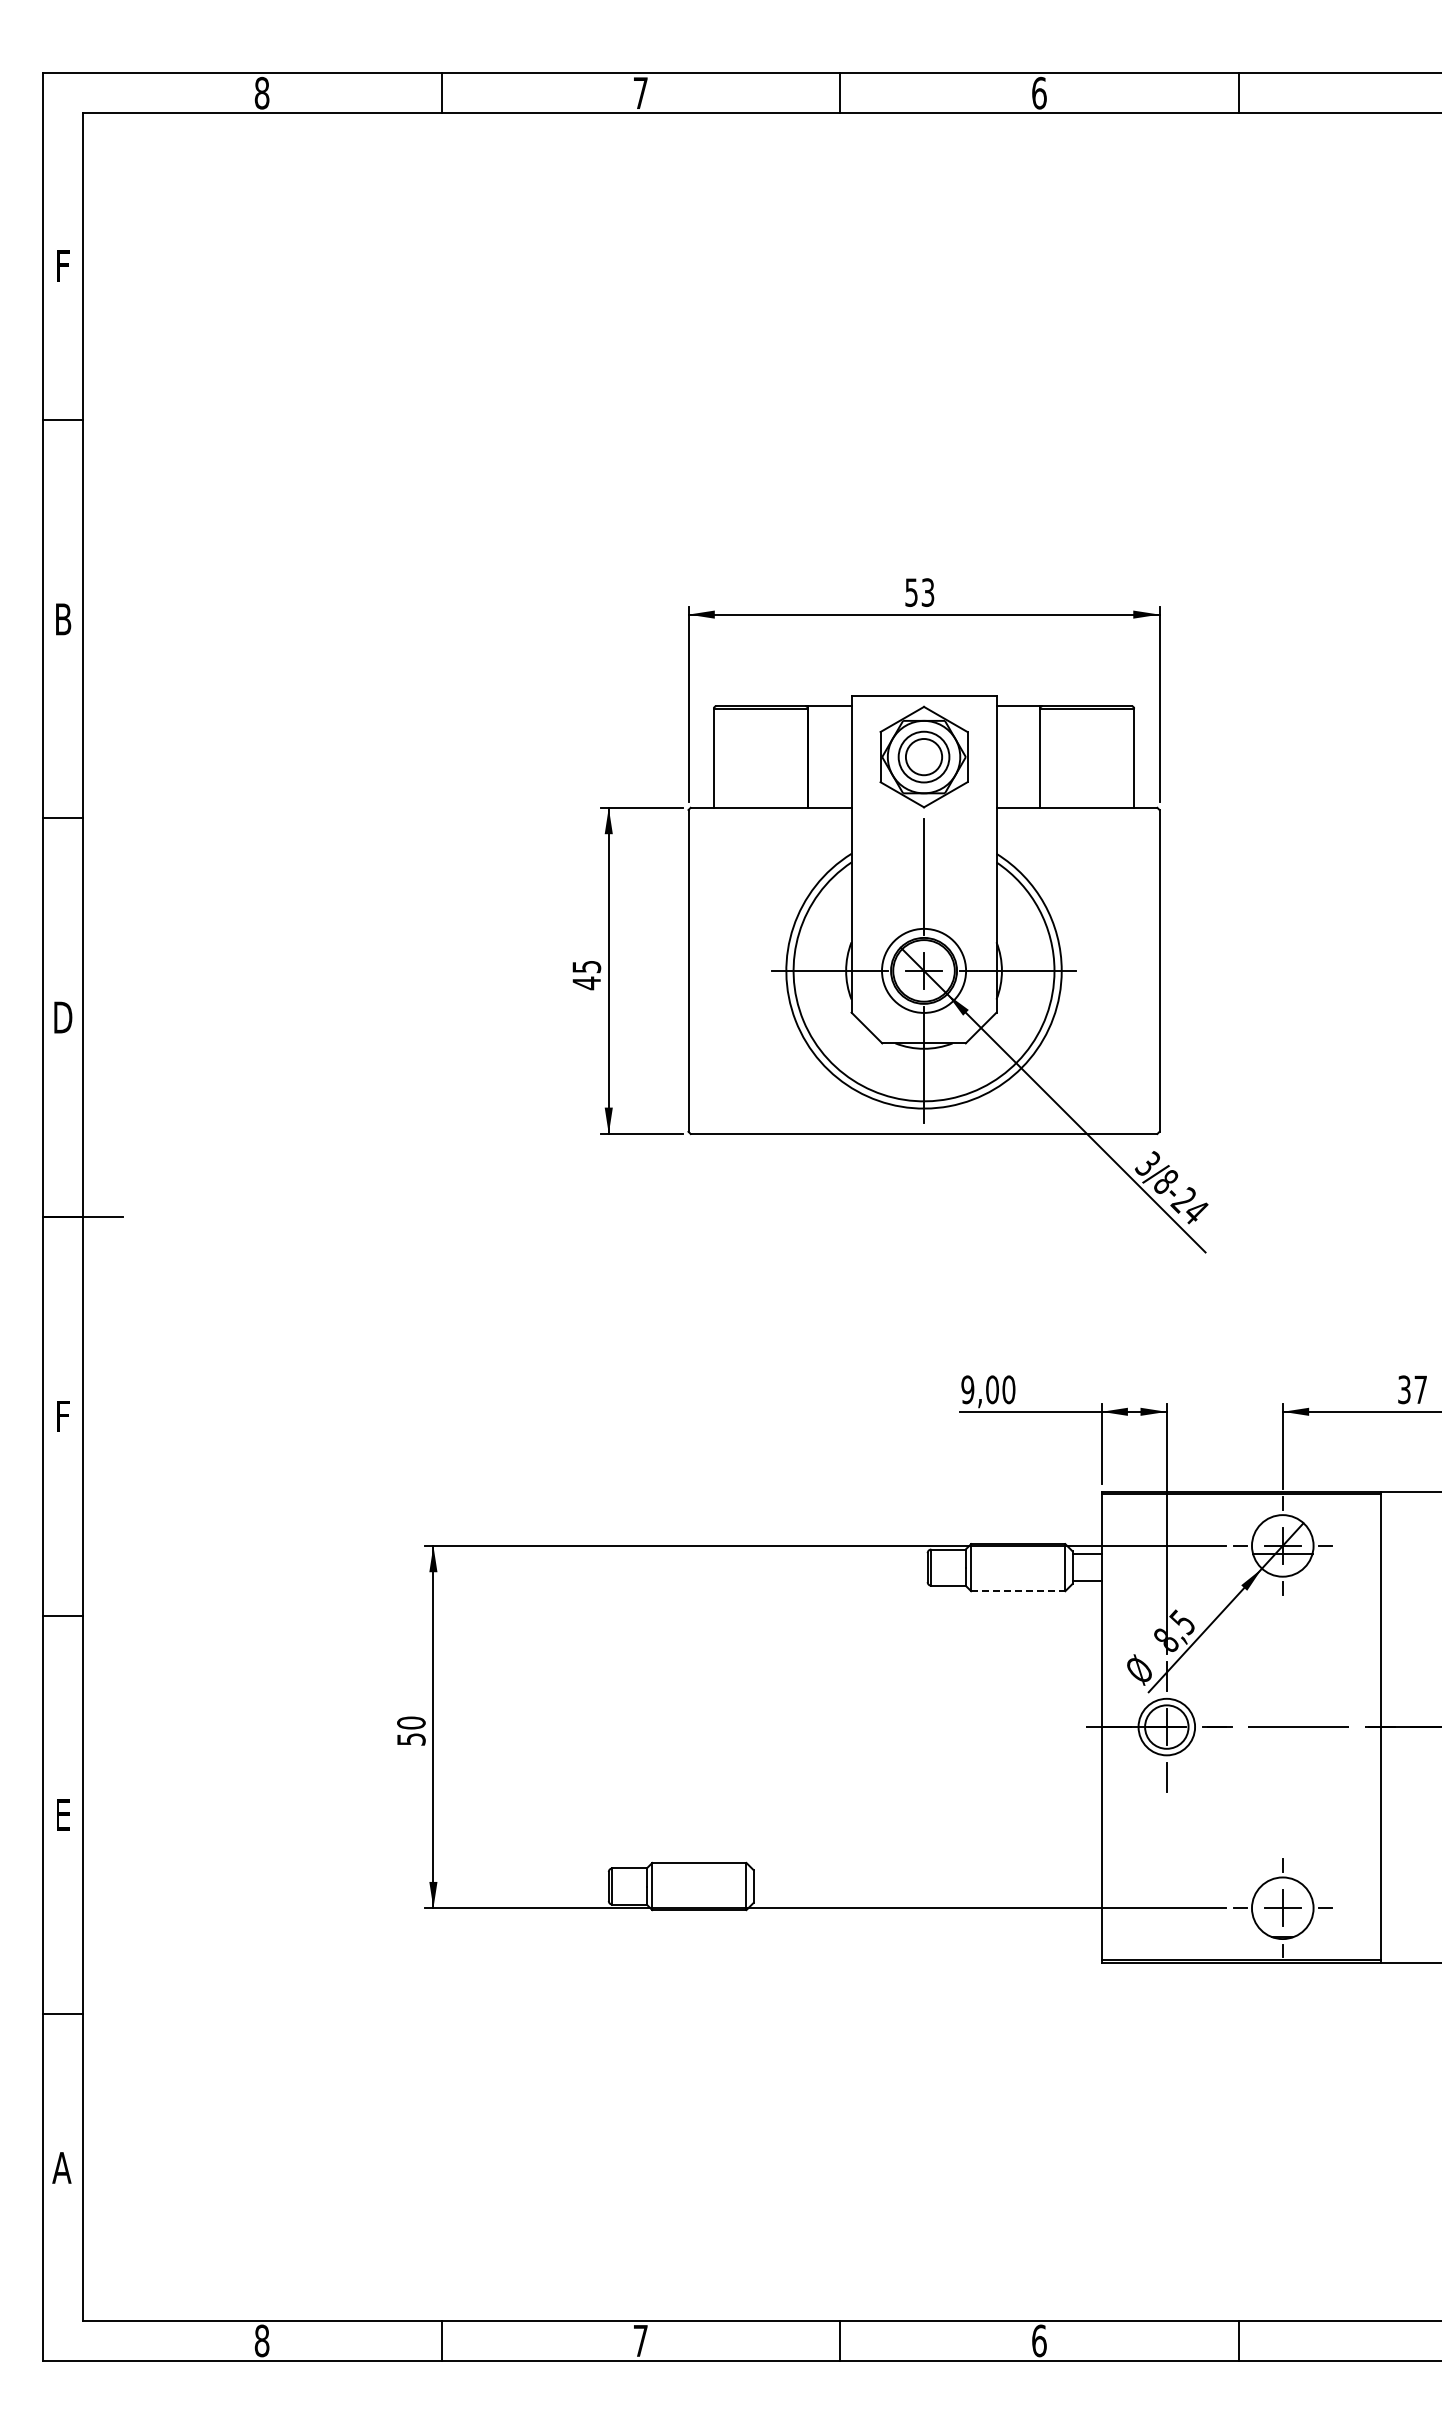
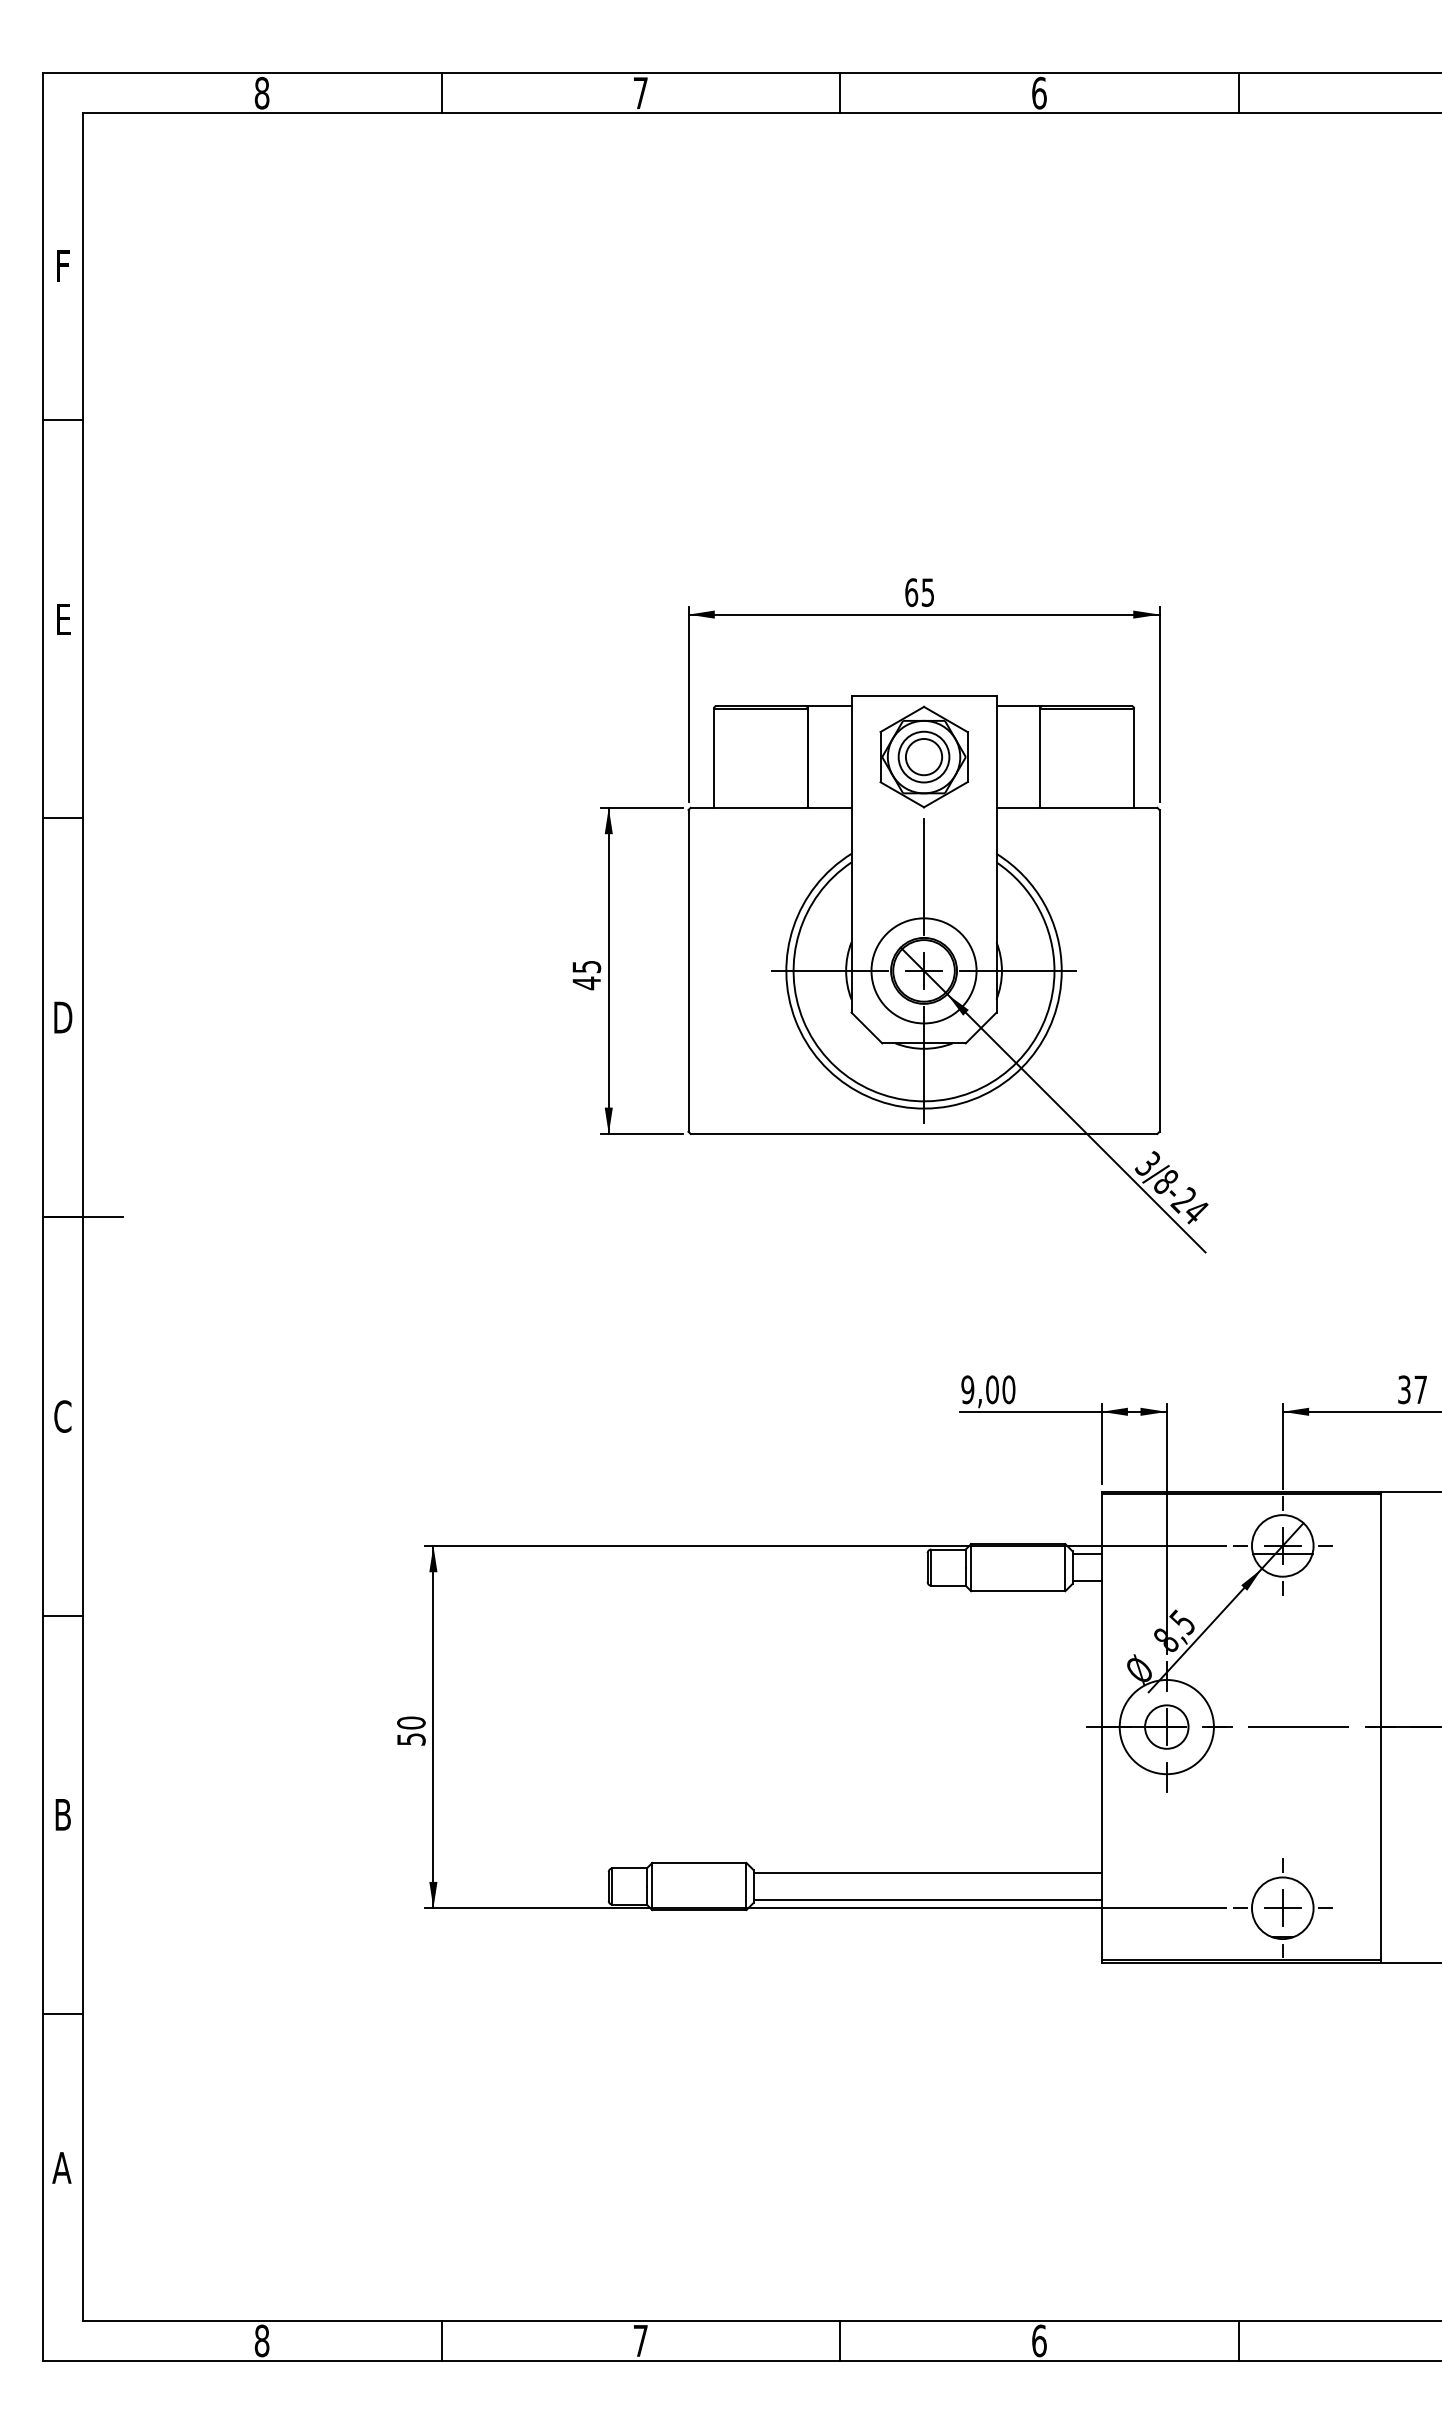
text at (919, 592): 53 -> 65
text at (63, 619): B -> E
circle at (924, 970) diameter: 84 px -> 105 px
text at (62, 1416): F -> C
line at (1018, 1591): dashed -> solid
circle at (1166, 1726) diameter: 57 px -> 94 px
text at (62, 1814): E -> B
line at (927, 1872): none -> present
line at (927, 1900): none -> present
